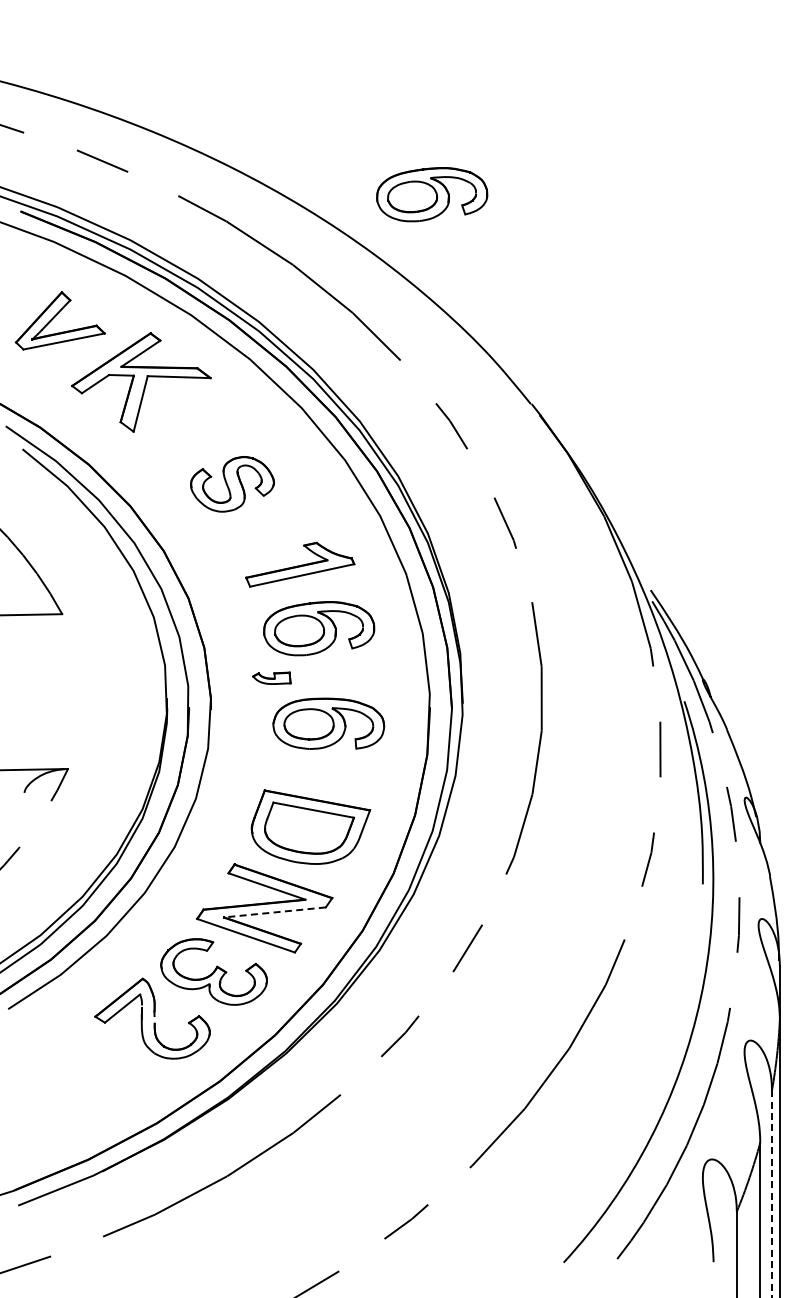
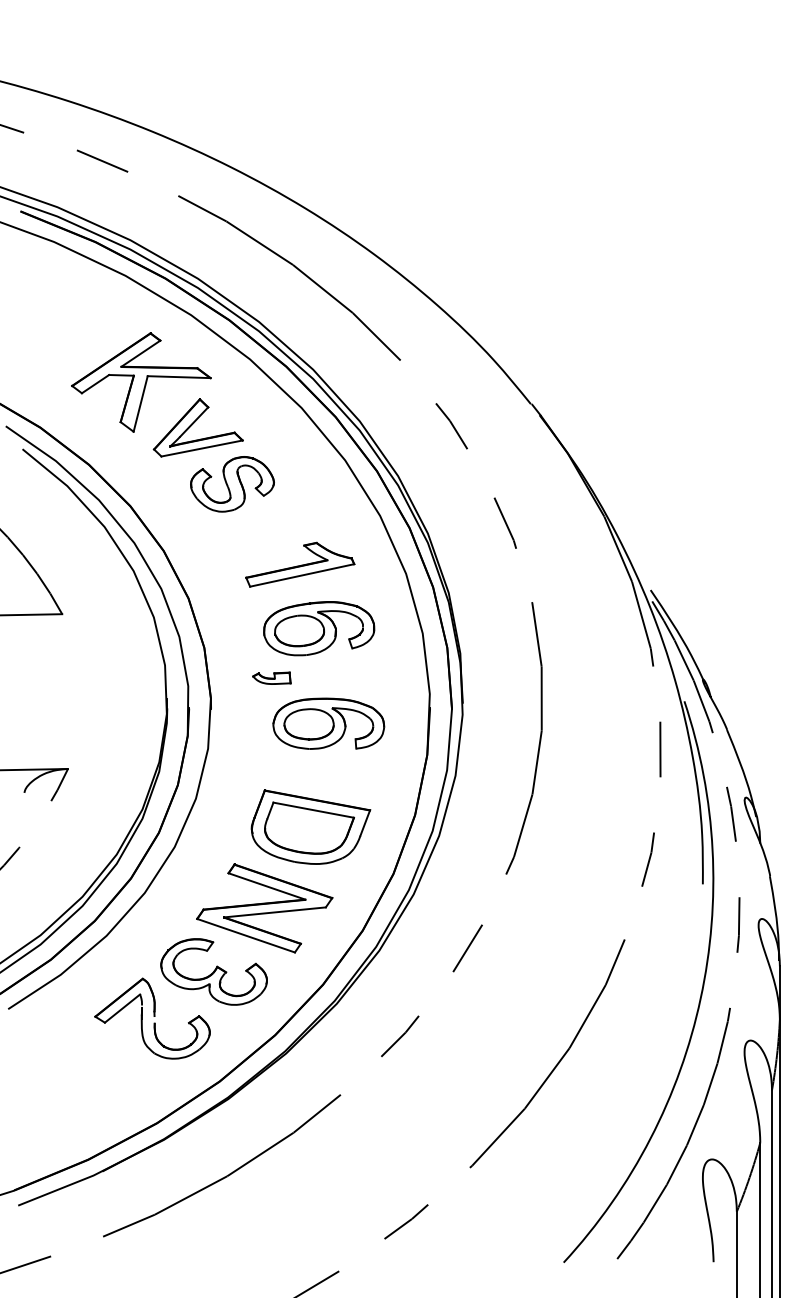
part at (432, 194): present -> none
part at (59, 320) position: (59, 320) -> (197, 427)
line at (274, 912): dashed -> solid
line at (772, 1194): dashed -> solid
